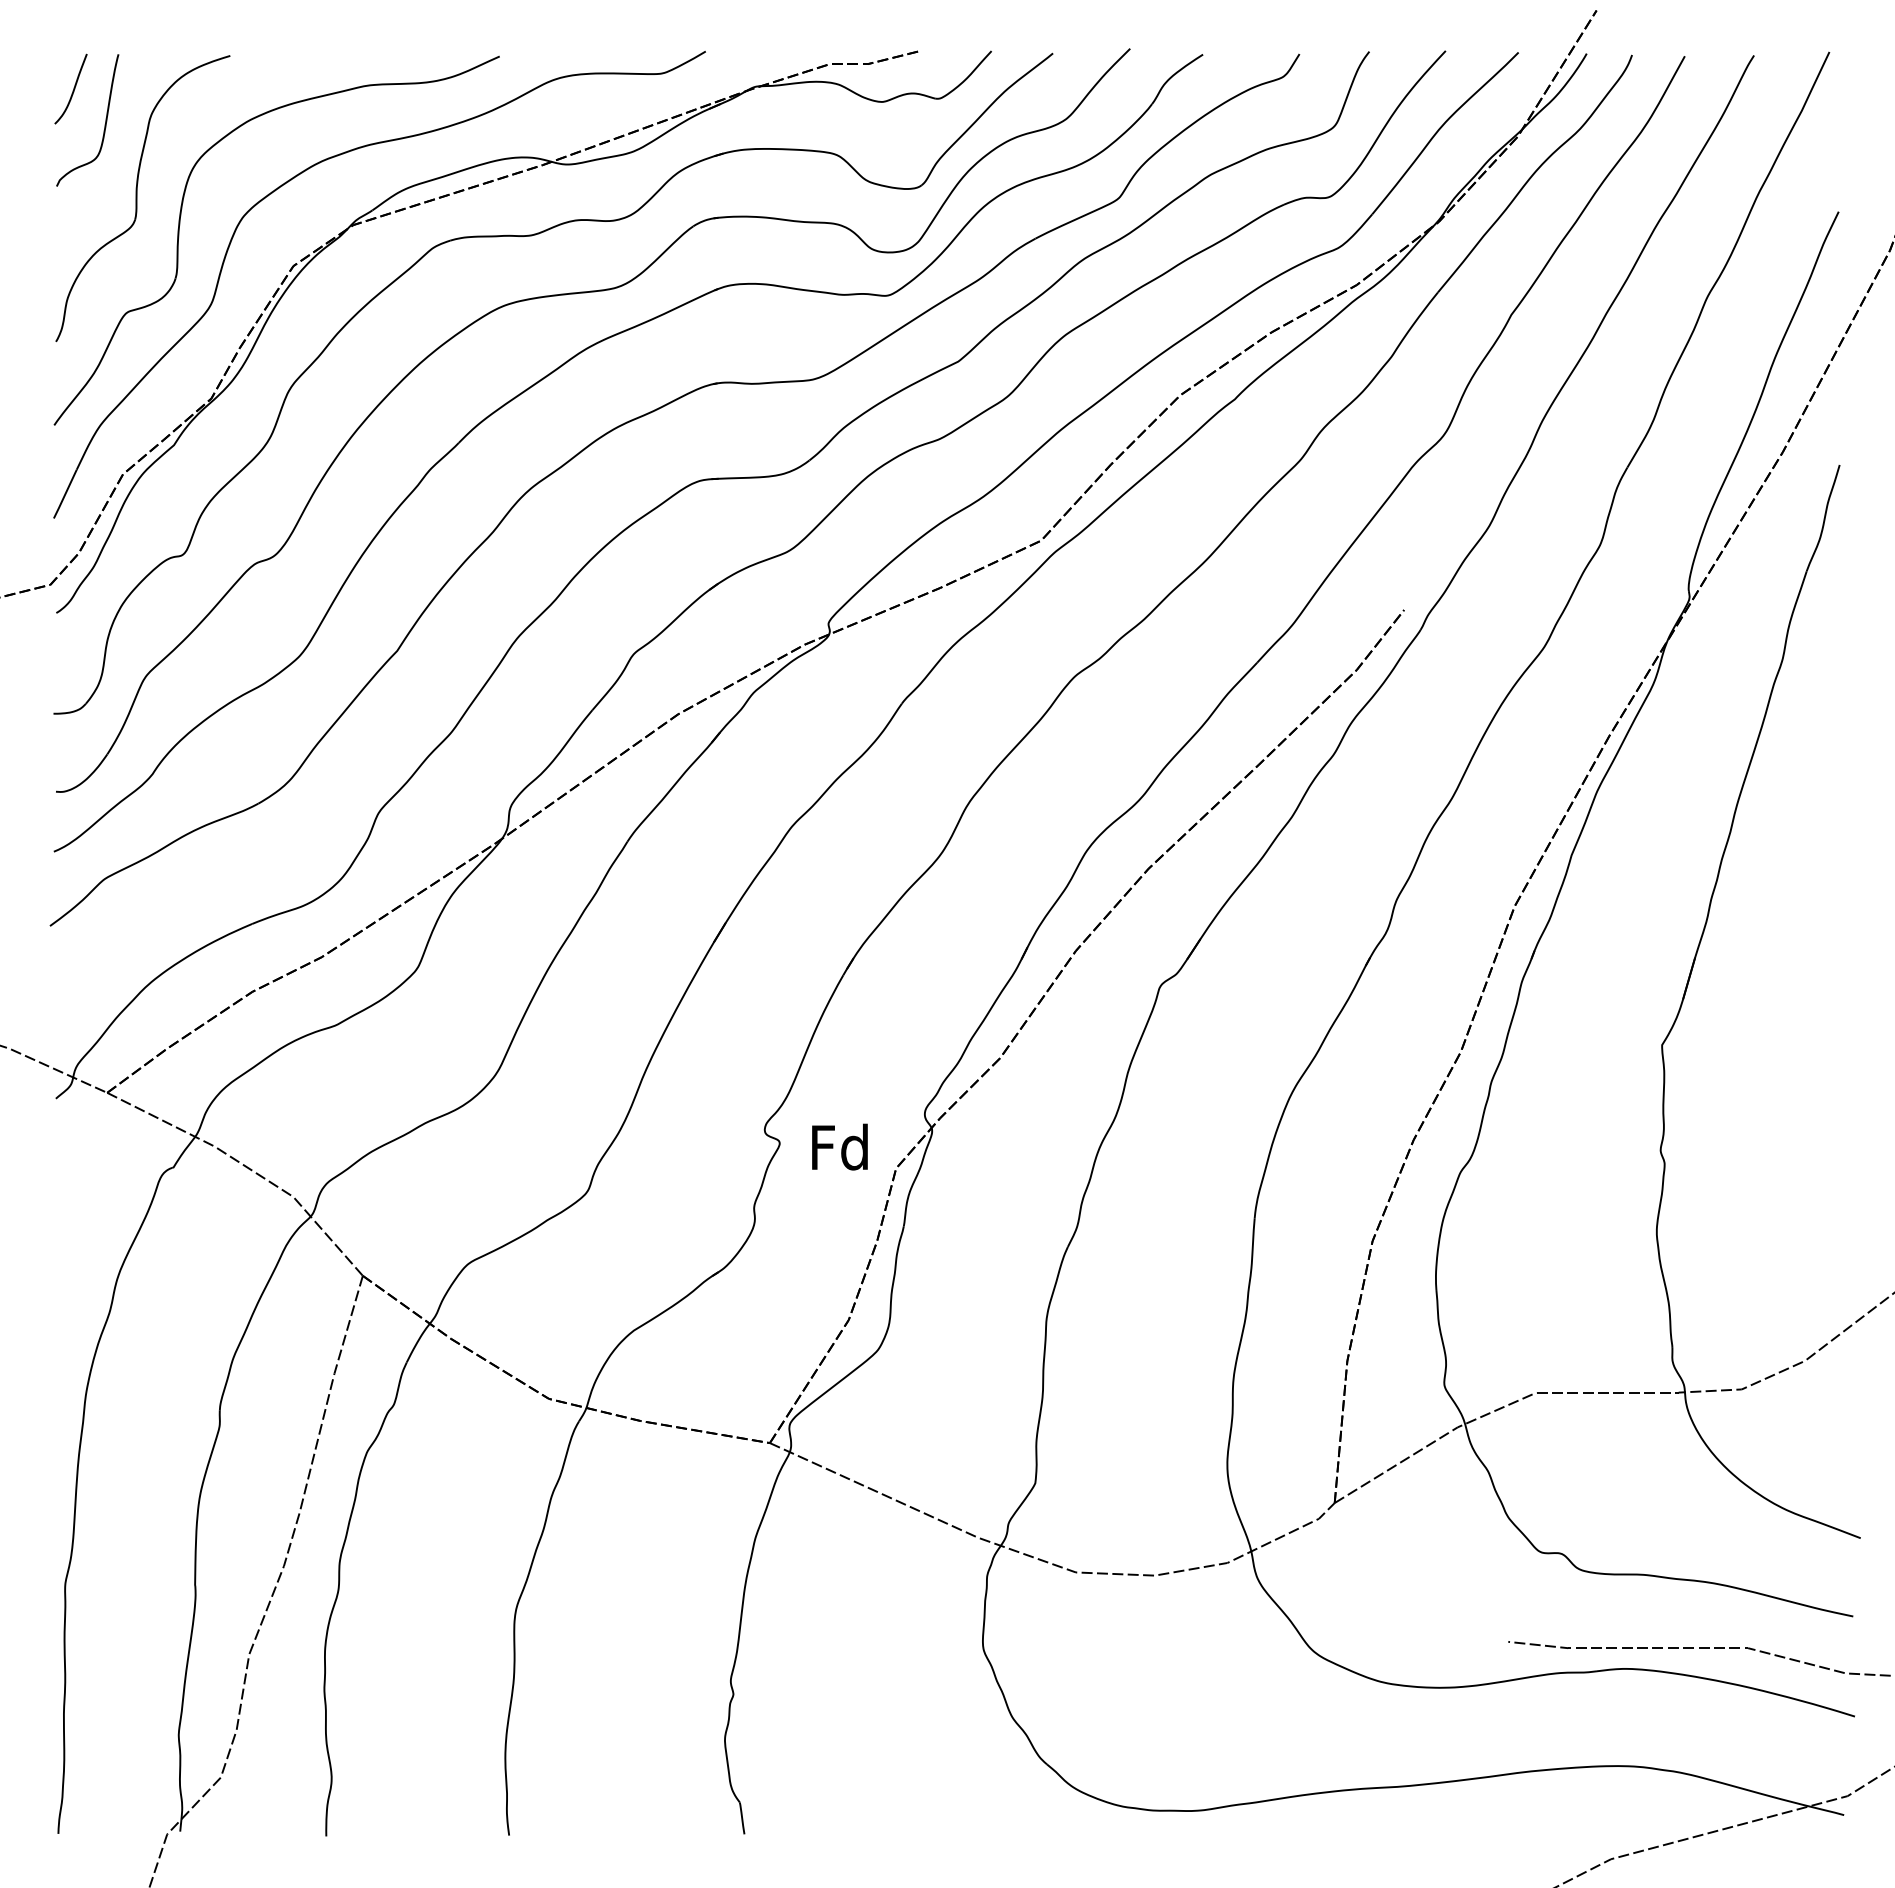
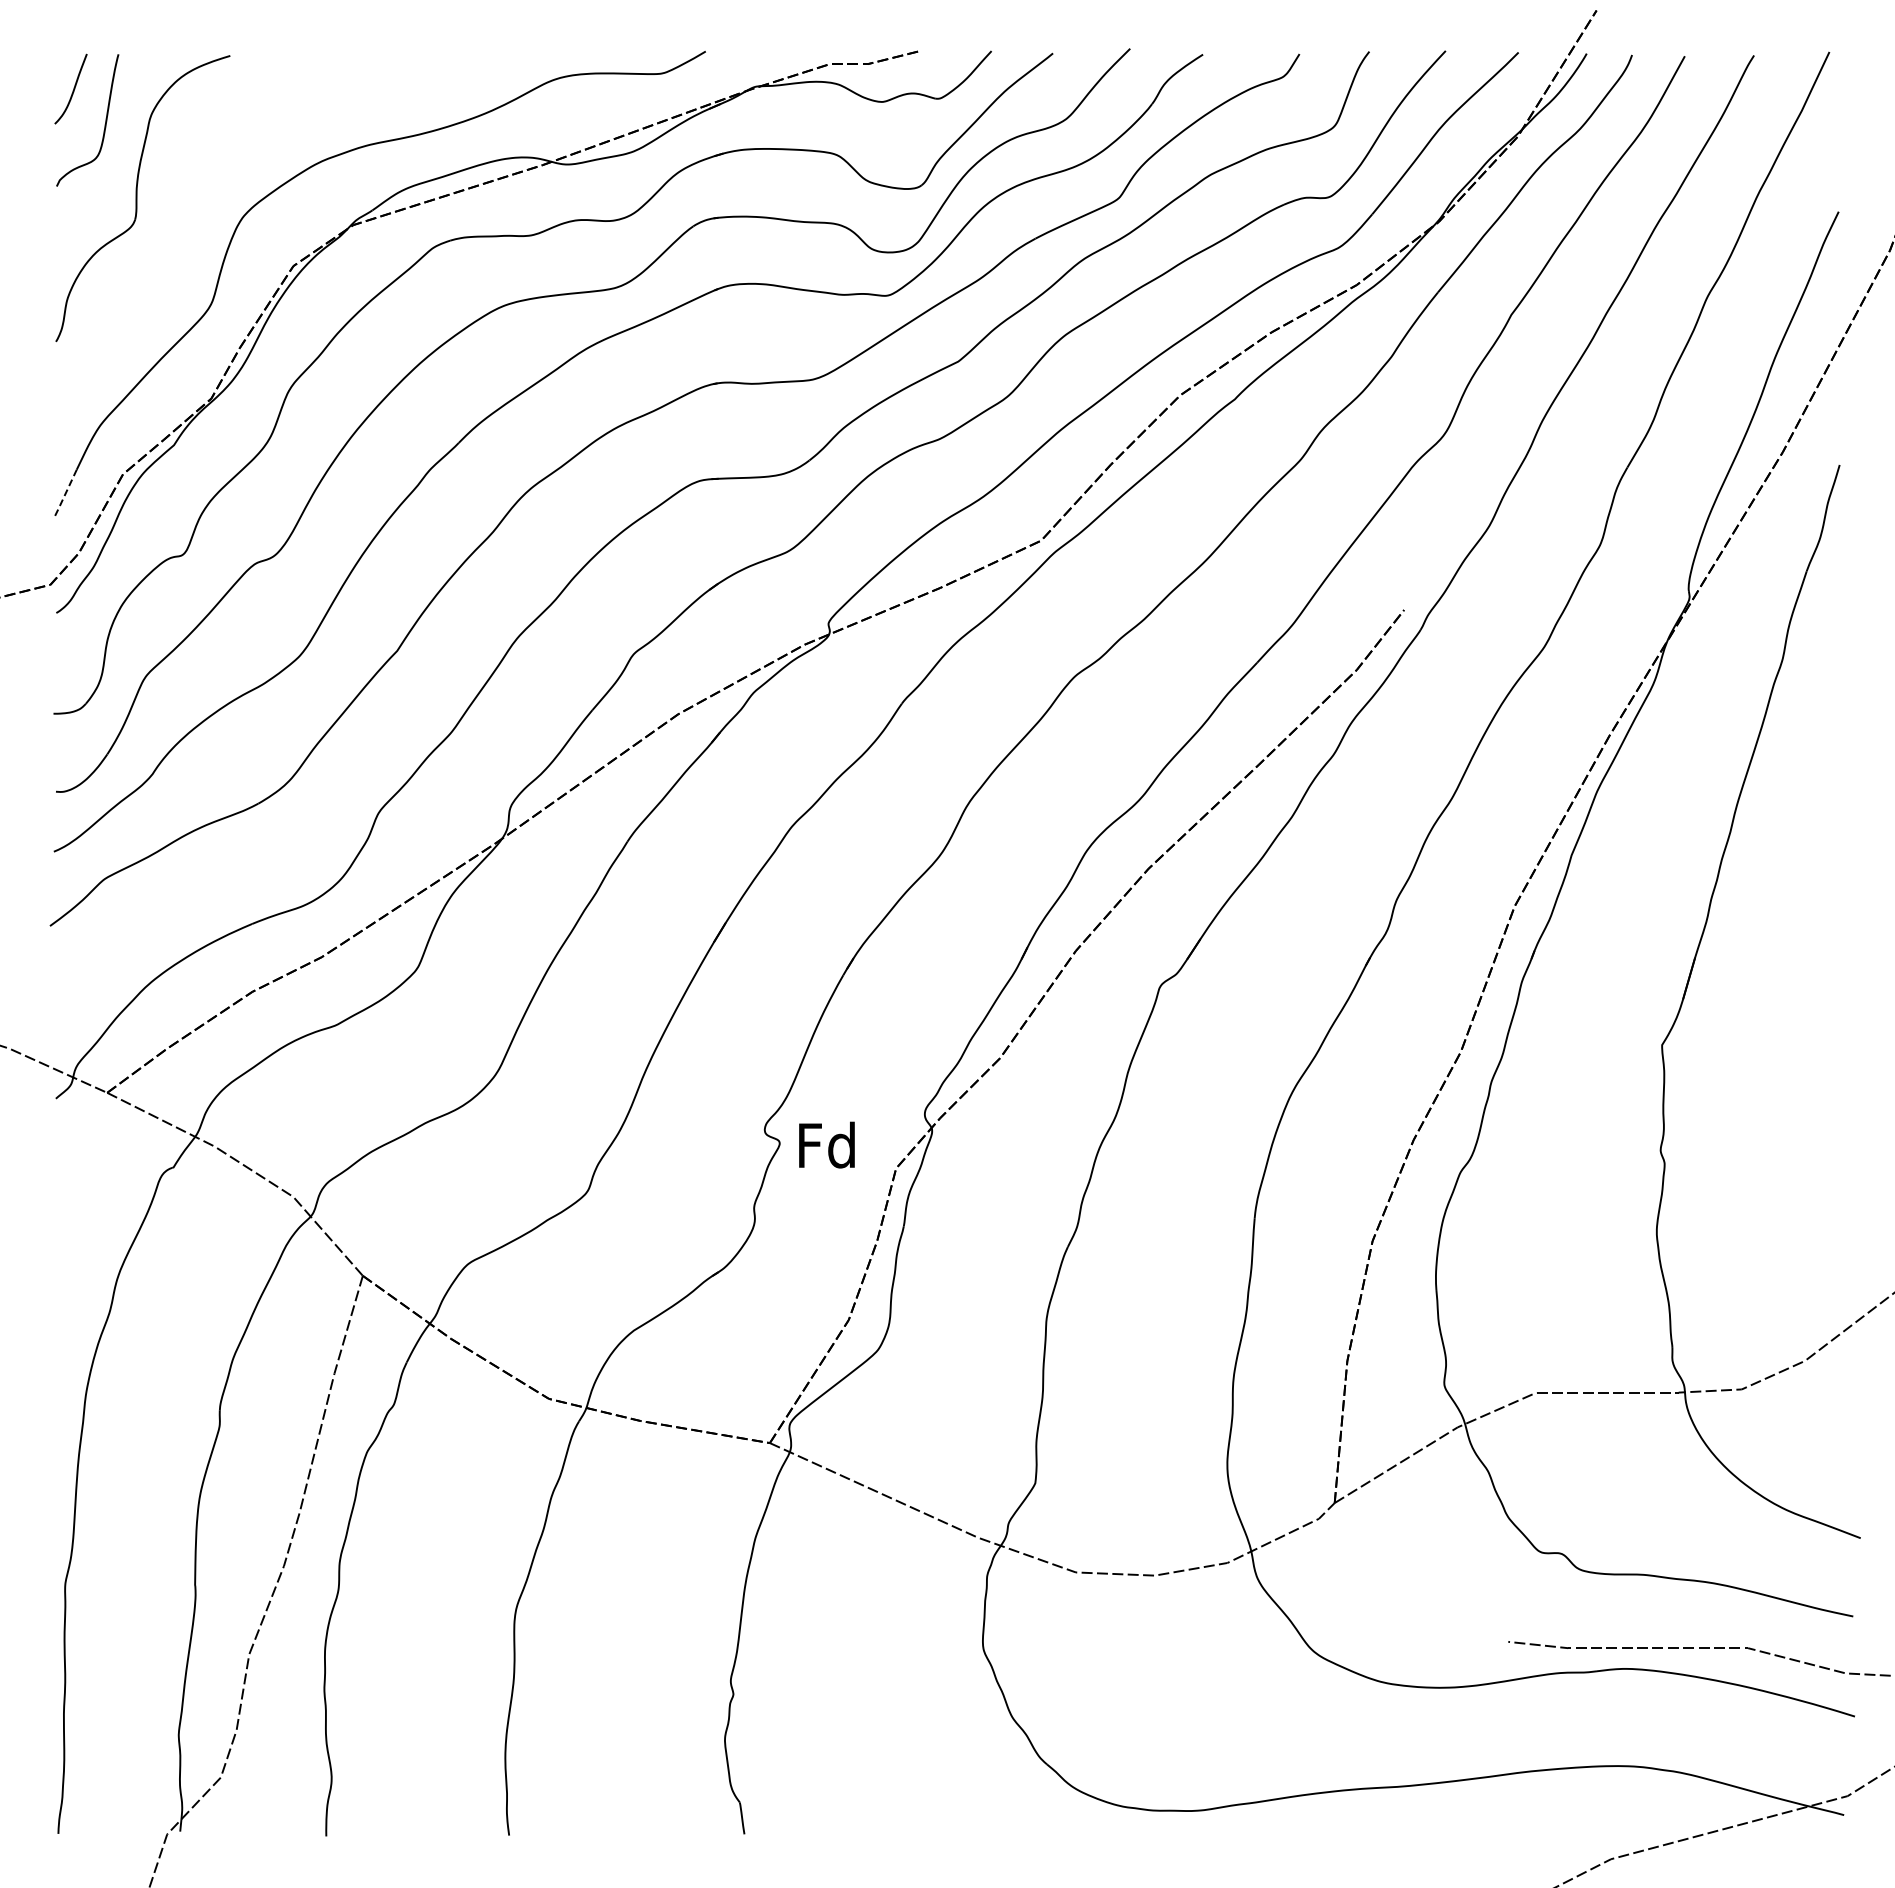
part at (179, 237): present -> none
line at (65, 494): solid -> dashed
text at (839, 1146) position: (839, 1146) -> (826, 1144)
